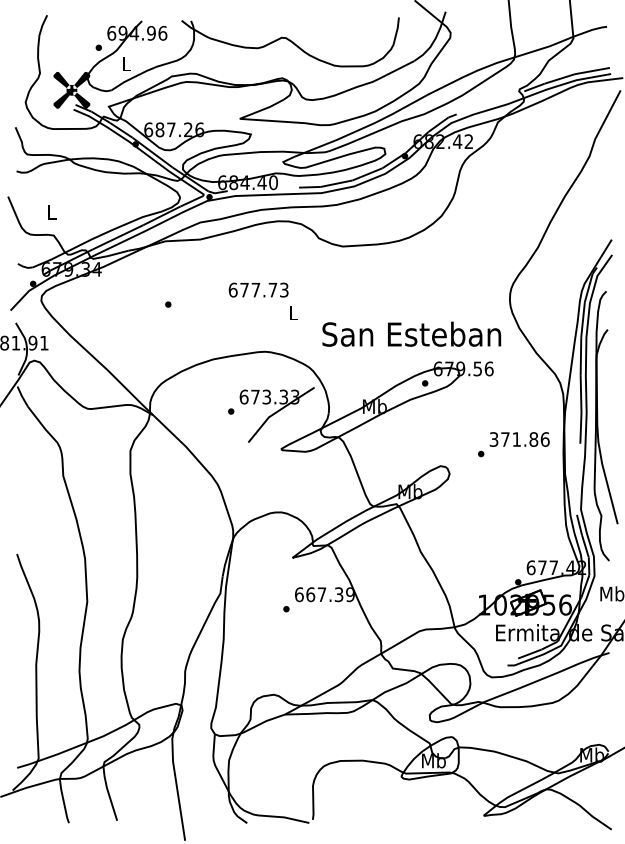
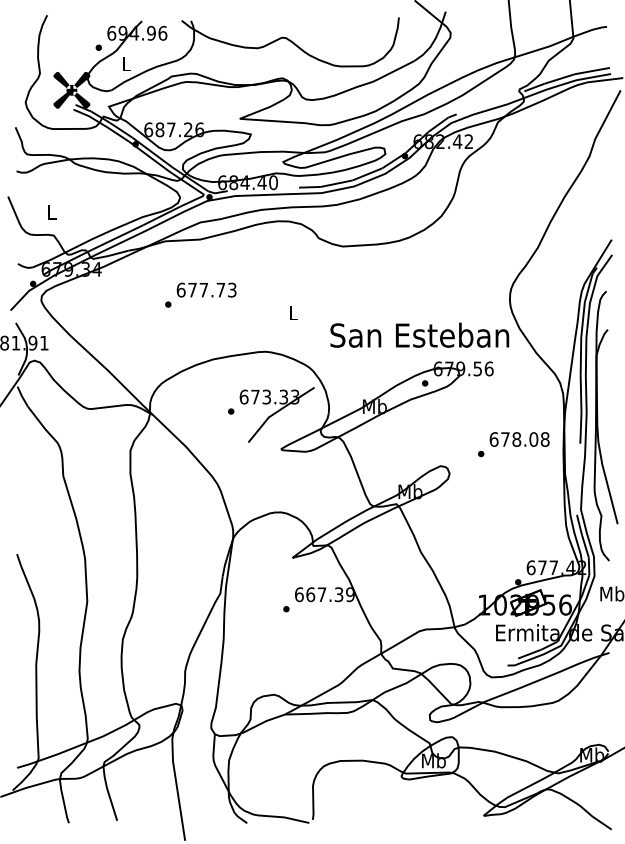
text at (258, 289) position: (258, 289) -> (206, 289)
text at (411, 333) position: (411, 333) -> (419, 334)
text at (519, 439): 371.86 -> 678.08
